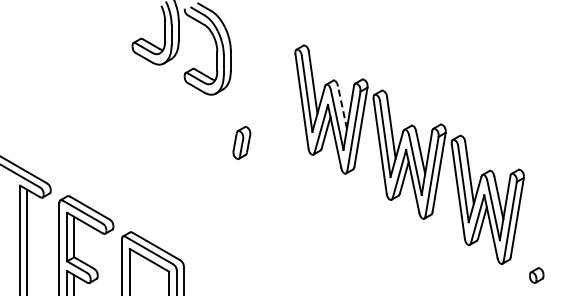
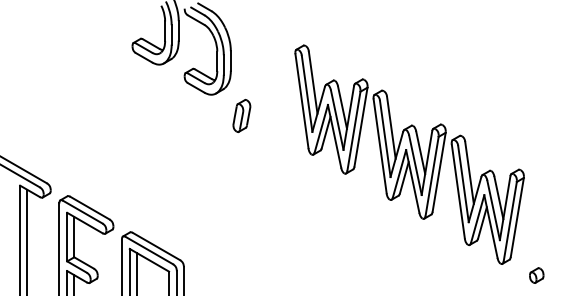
line at (342, 107): dashed -> solid
part at (241, 142) position: (241, 142) -> (241, 115)
line at (136, 272): none -> present
